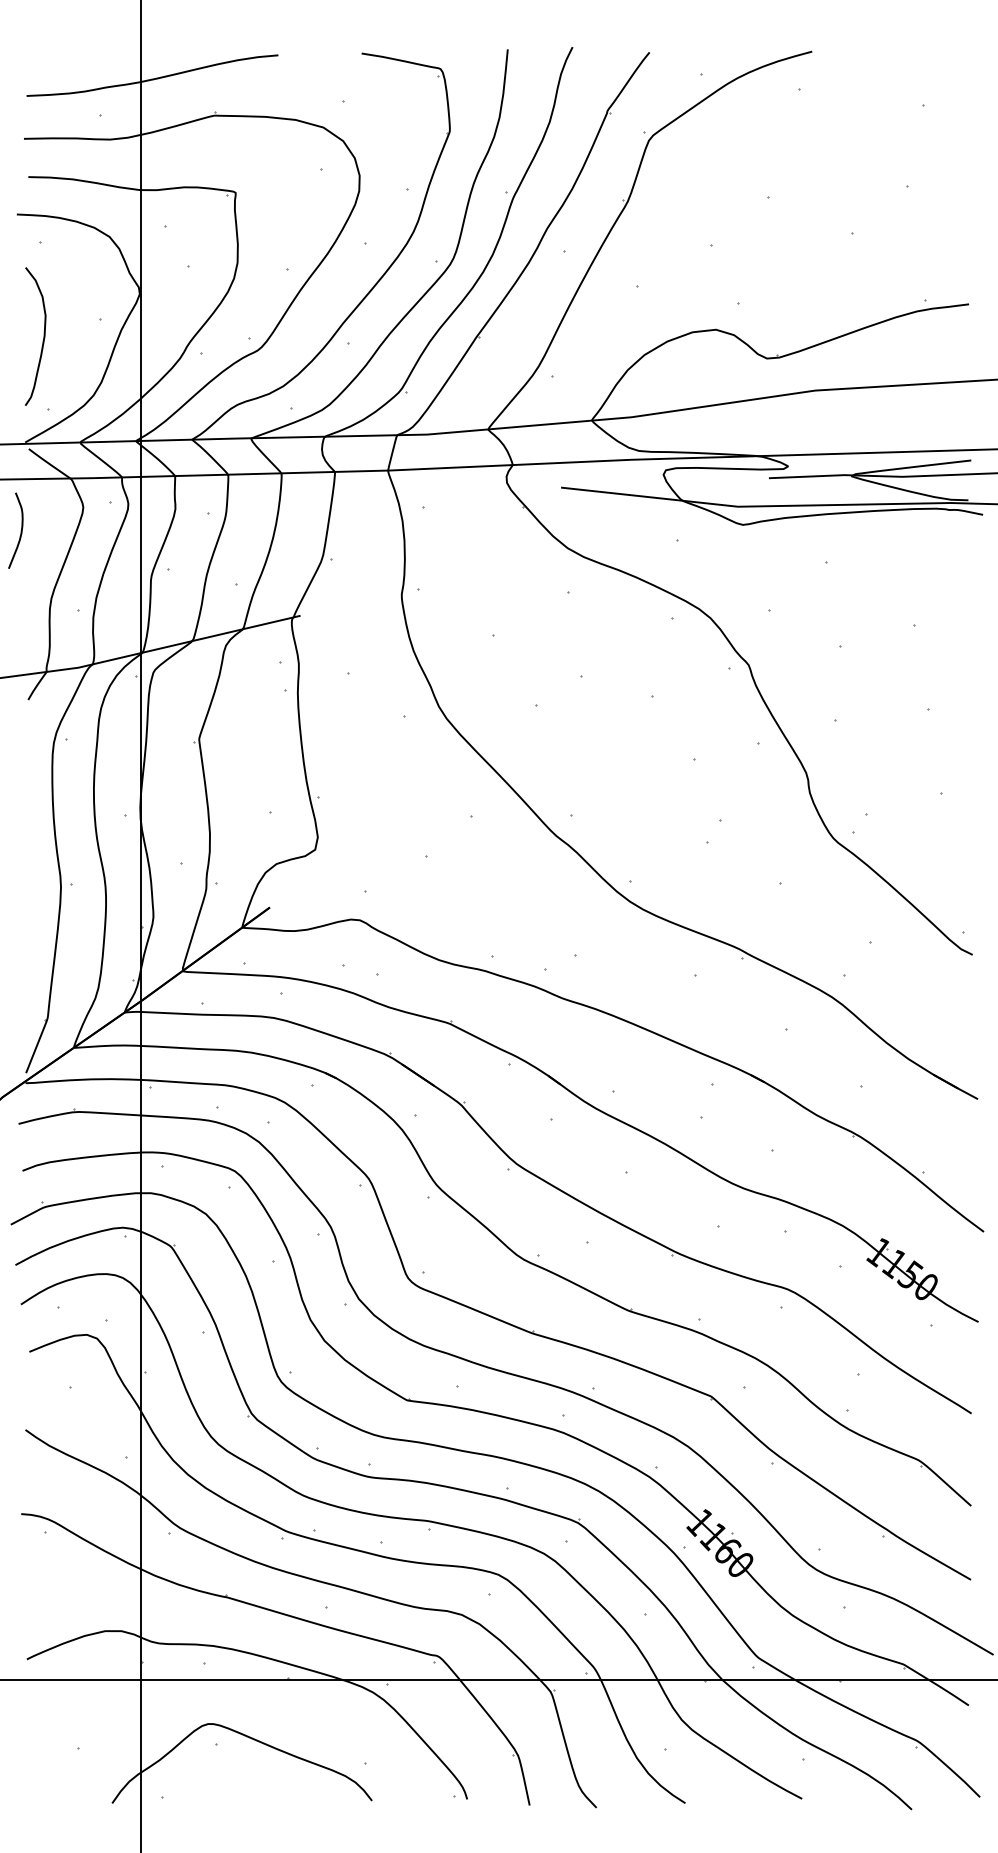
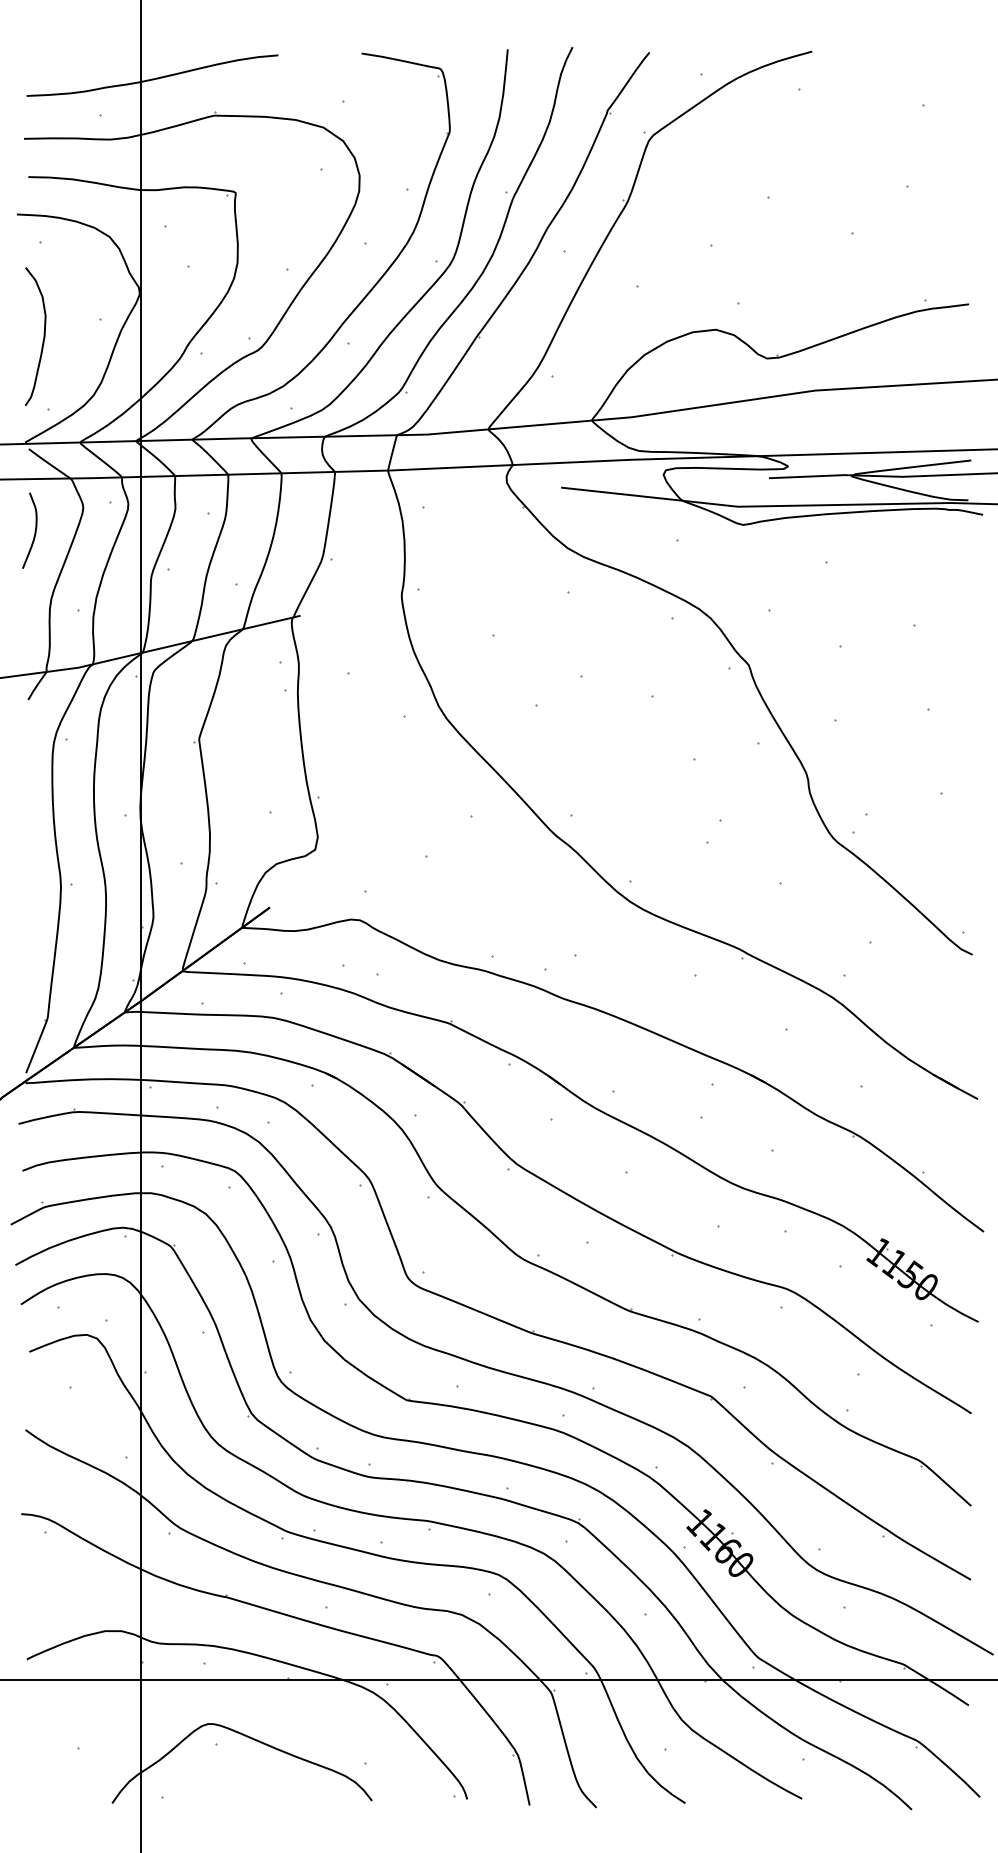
curve at (20, 531) position: (20, 531) -> (34, 531)
